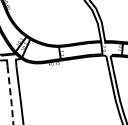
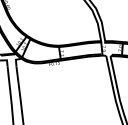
line at (10, 96): dashed -> solid
